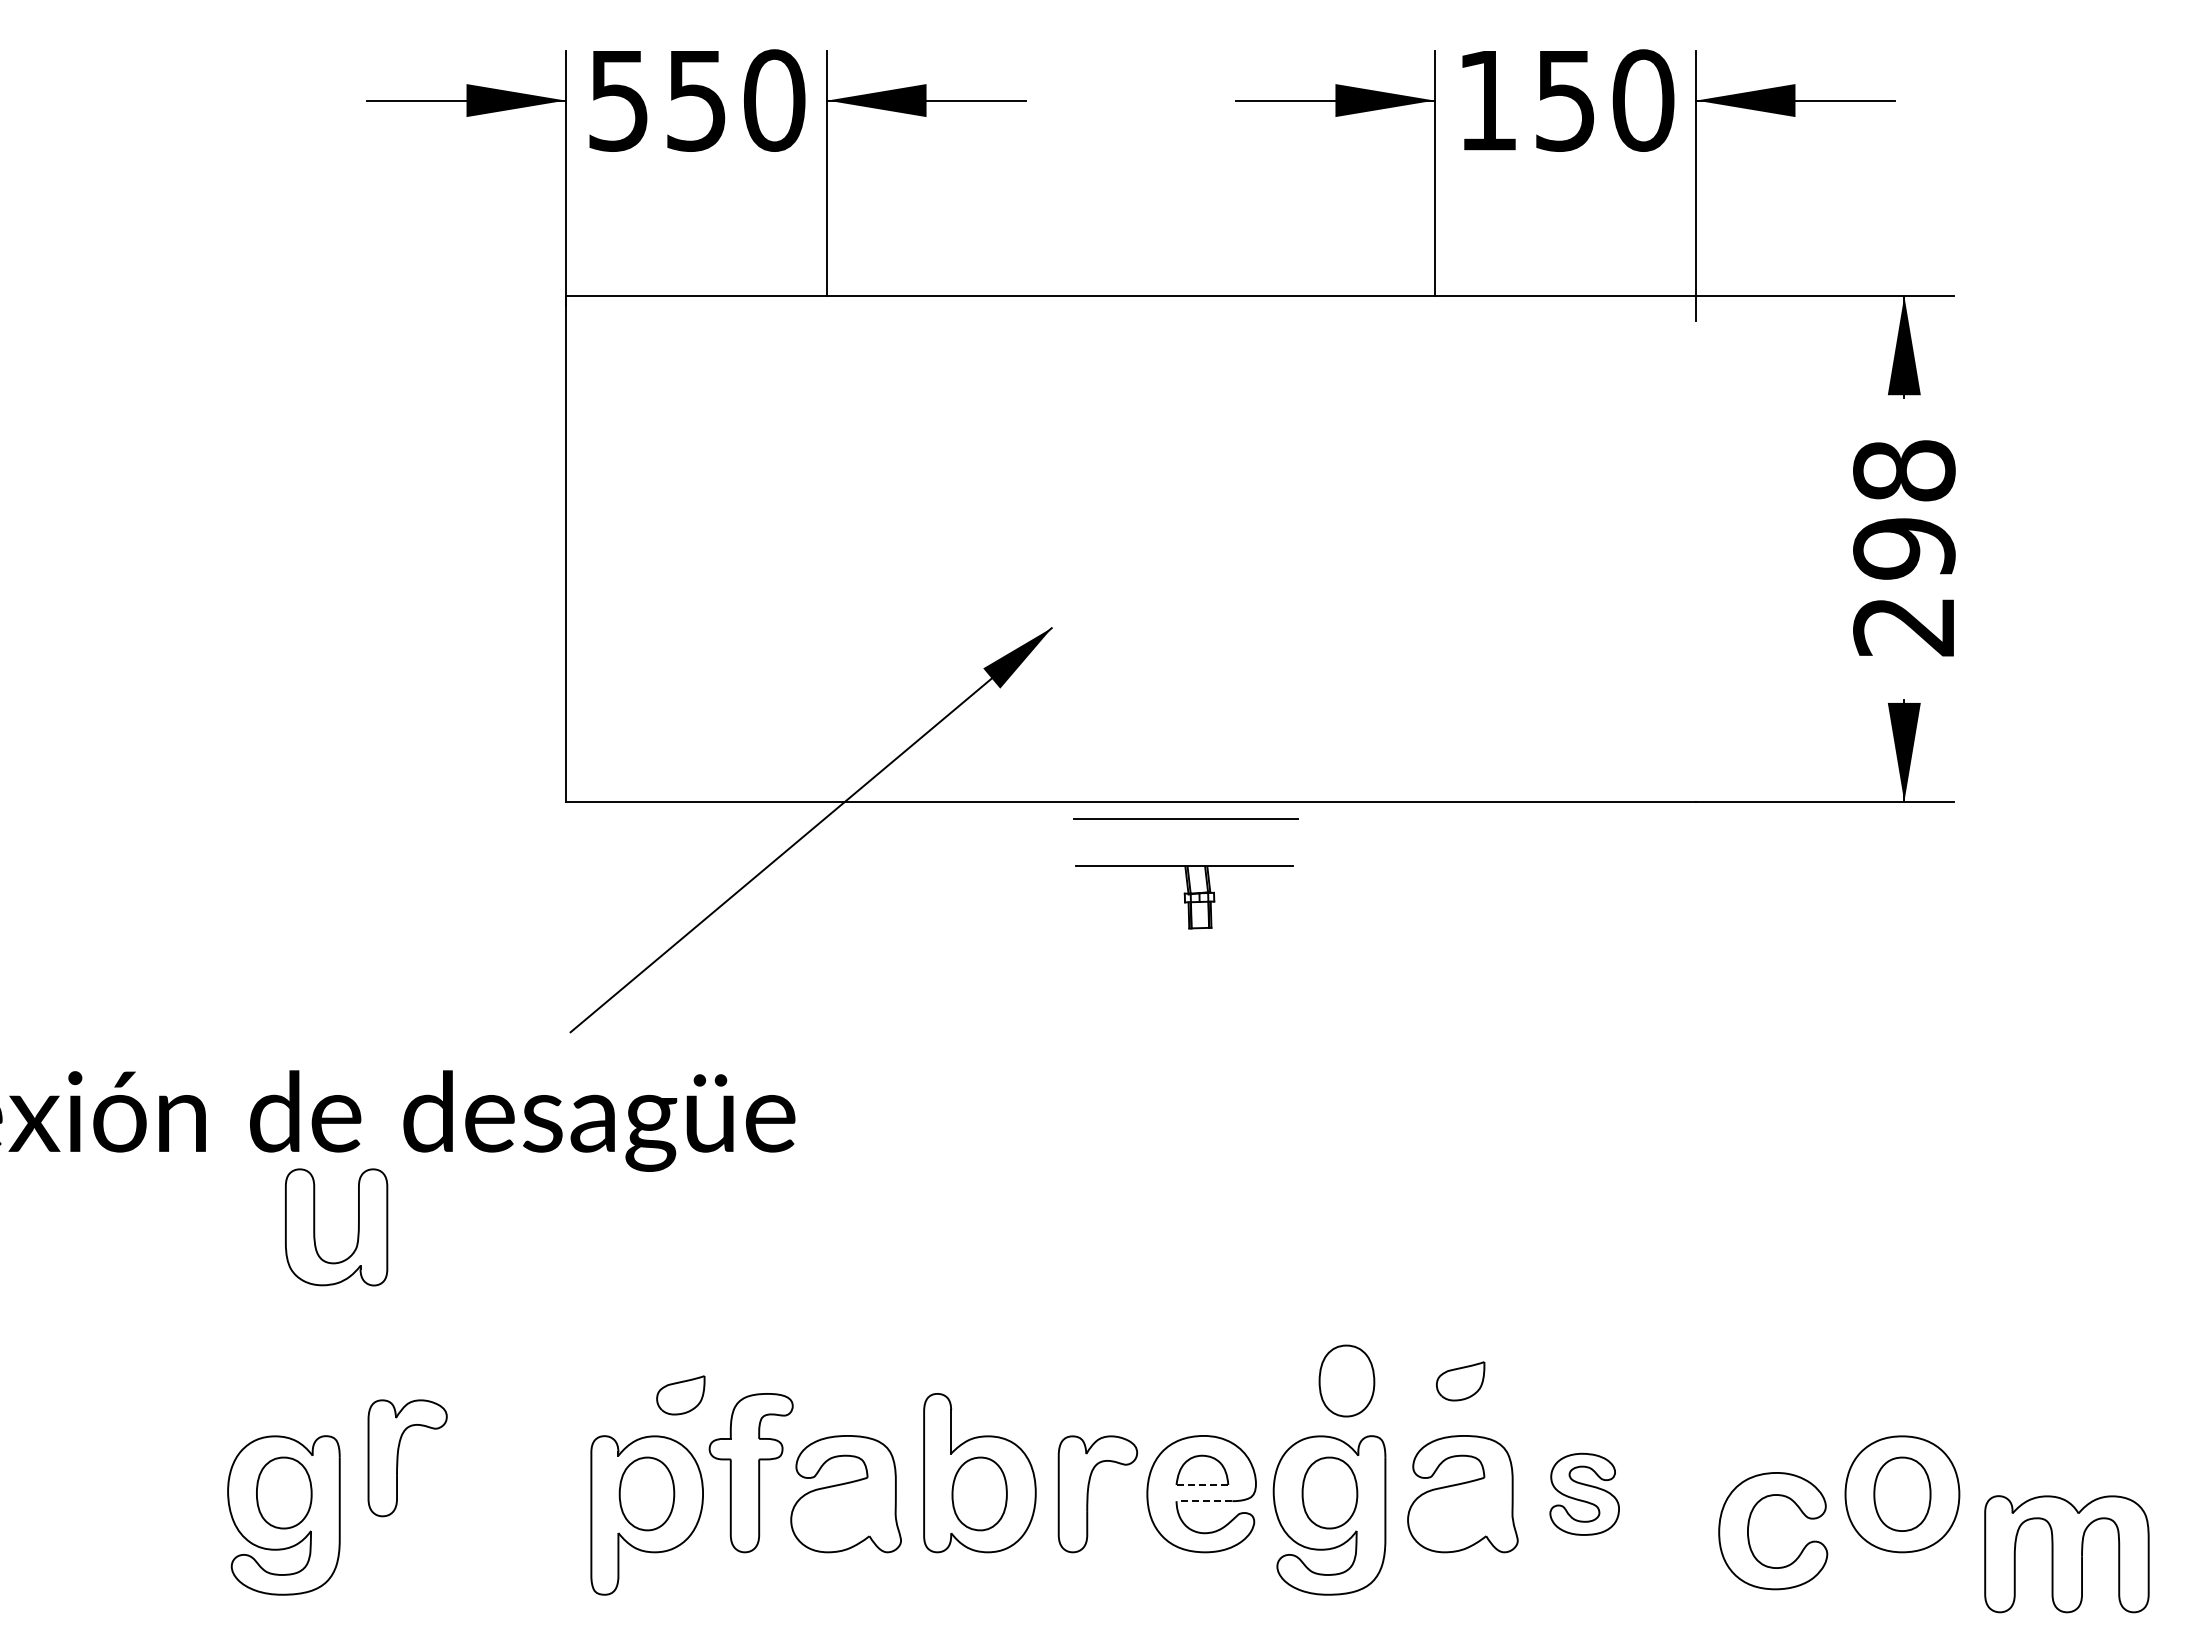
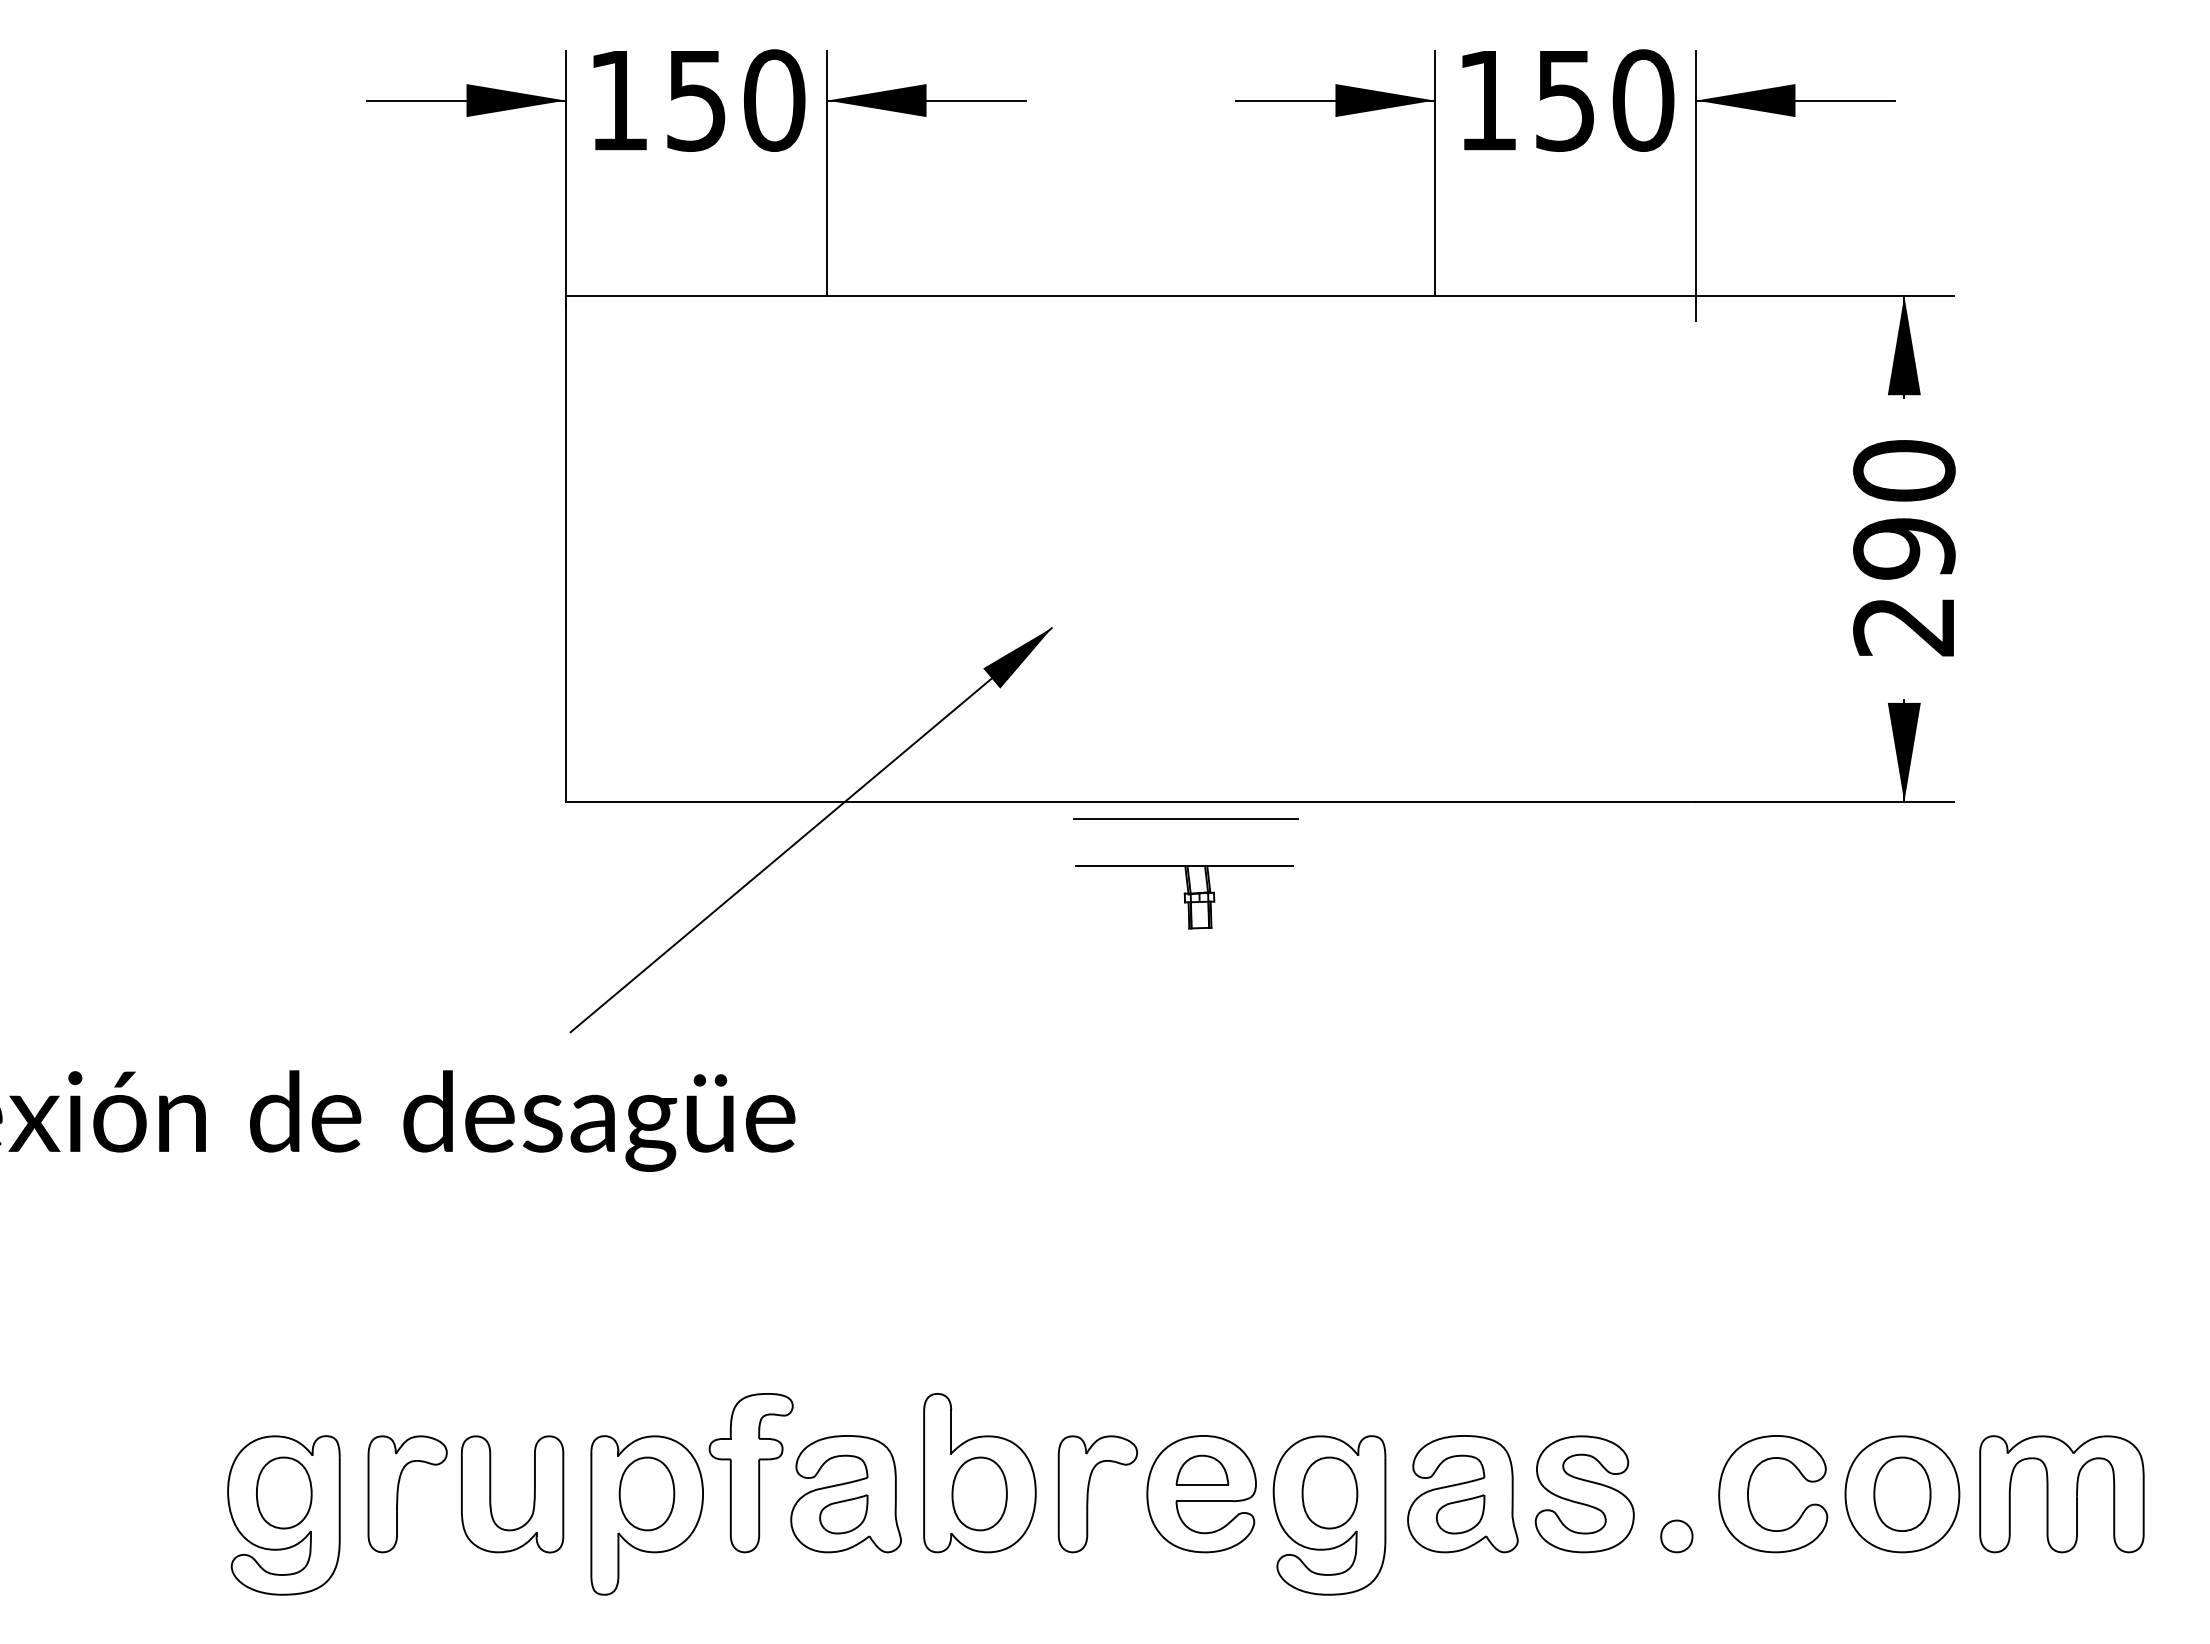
text at (618, 101): 550 -> 150
text at (1904, 470): 298 -> 290
part at (315, 1227) position: (315, 1227) -> (491, 1494)
part at (1346, 1380): present -> none
part at (1460, 1381) position: (1460, 1381) -> (1460, 1514)
part at (680, 1395) position: (680, 1395) -> (843, 1514)
part at (398, 1458) position: (398, 1458) -> (398, 1494)
line at (1202, 1484): dashed -> solid
part at (1584, 1493) size: 71x84 px -> 101x119 px
line at (1204, 1501): dashed -> solid
part at (1749, 1526) position: (1749, 1526) -> (1749, 1489)
part at (1676, 1536): none -> present
part at (2066, 1554) position: (2066, 1554) -> (2061, 1494)
